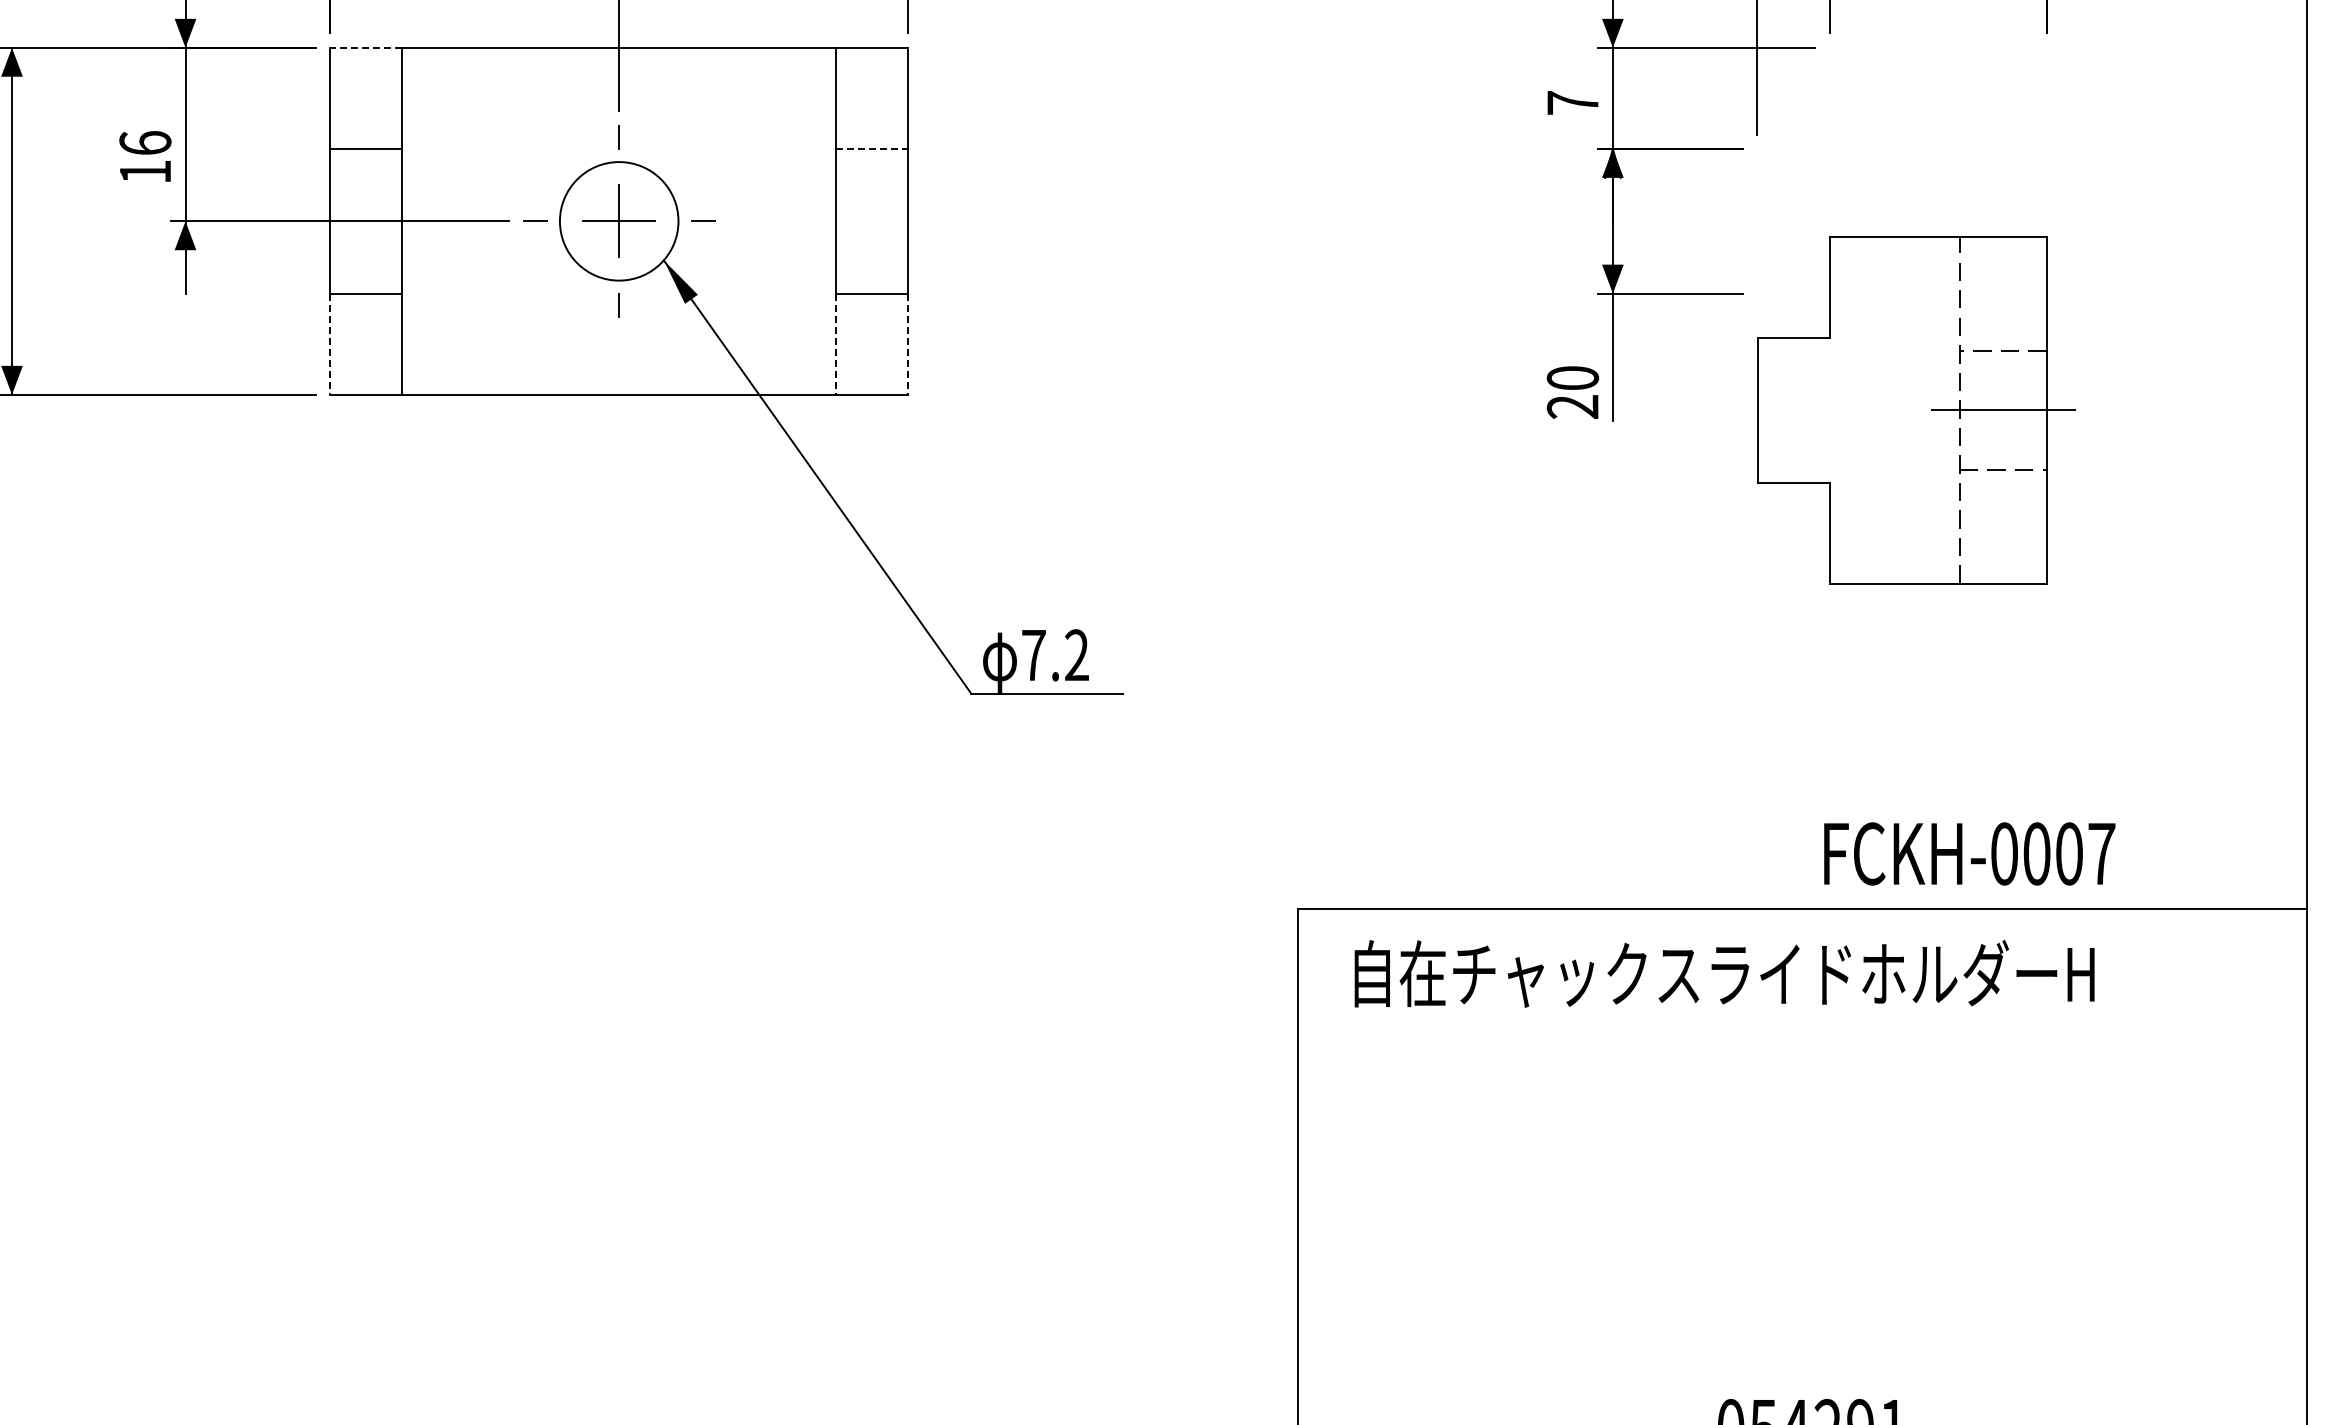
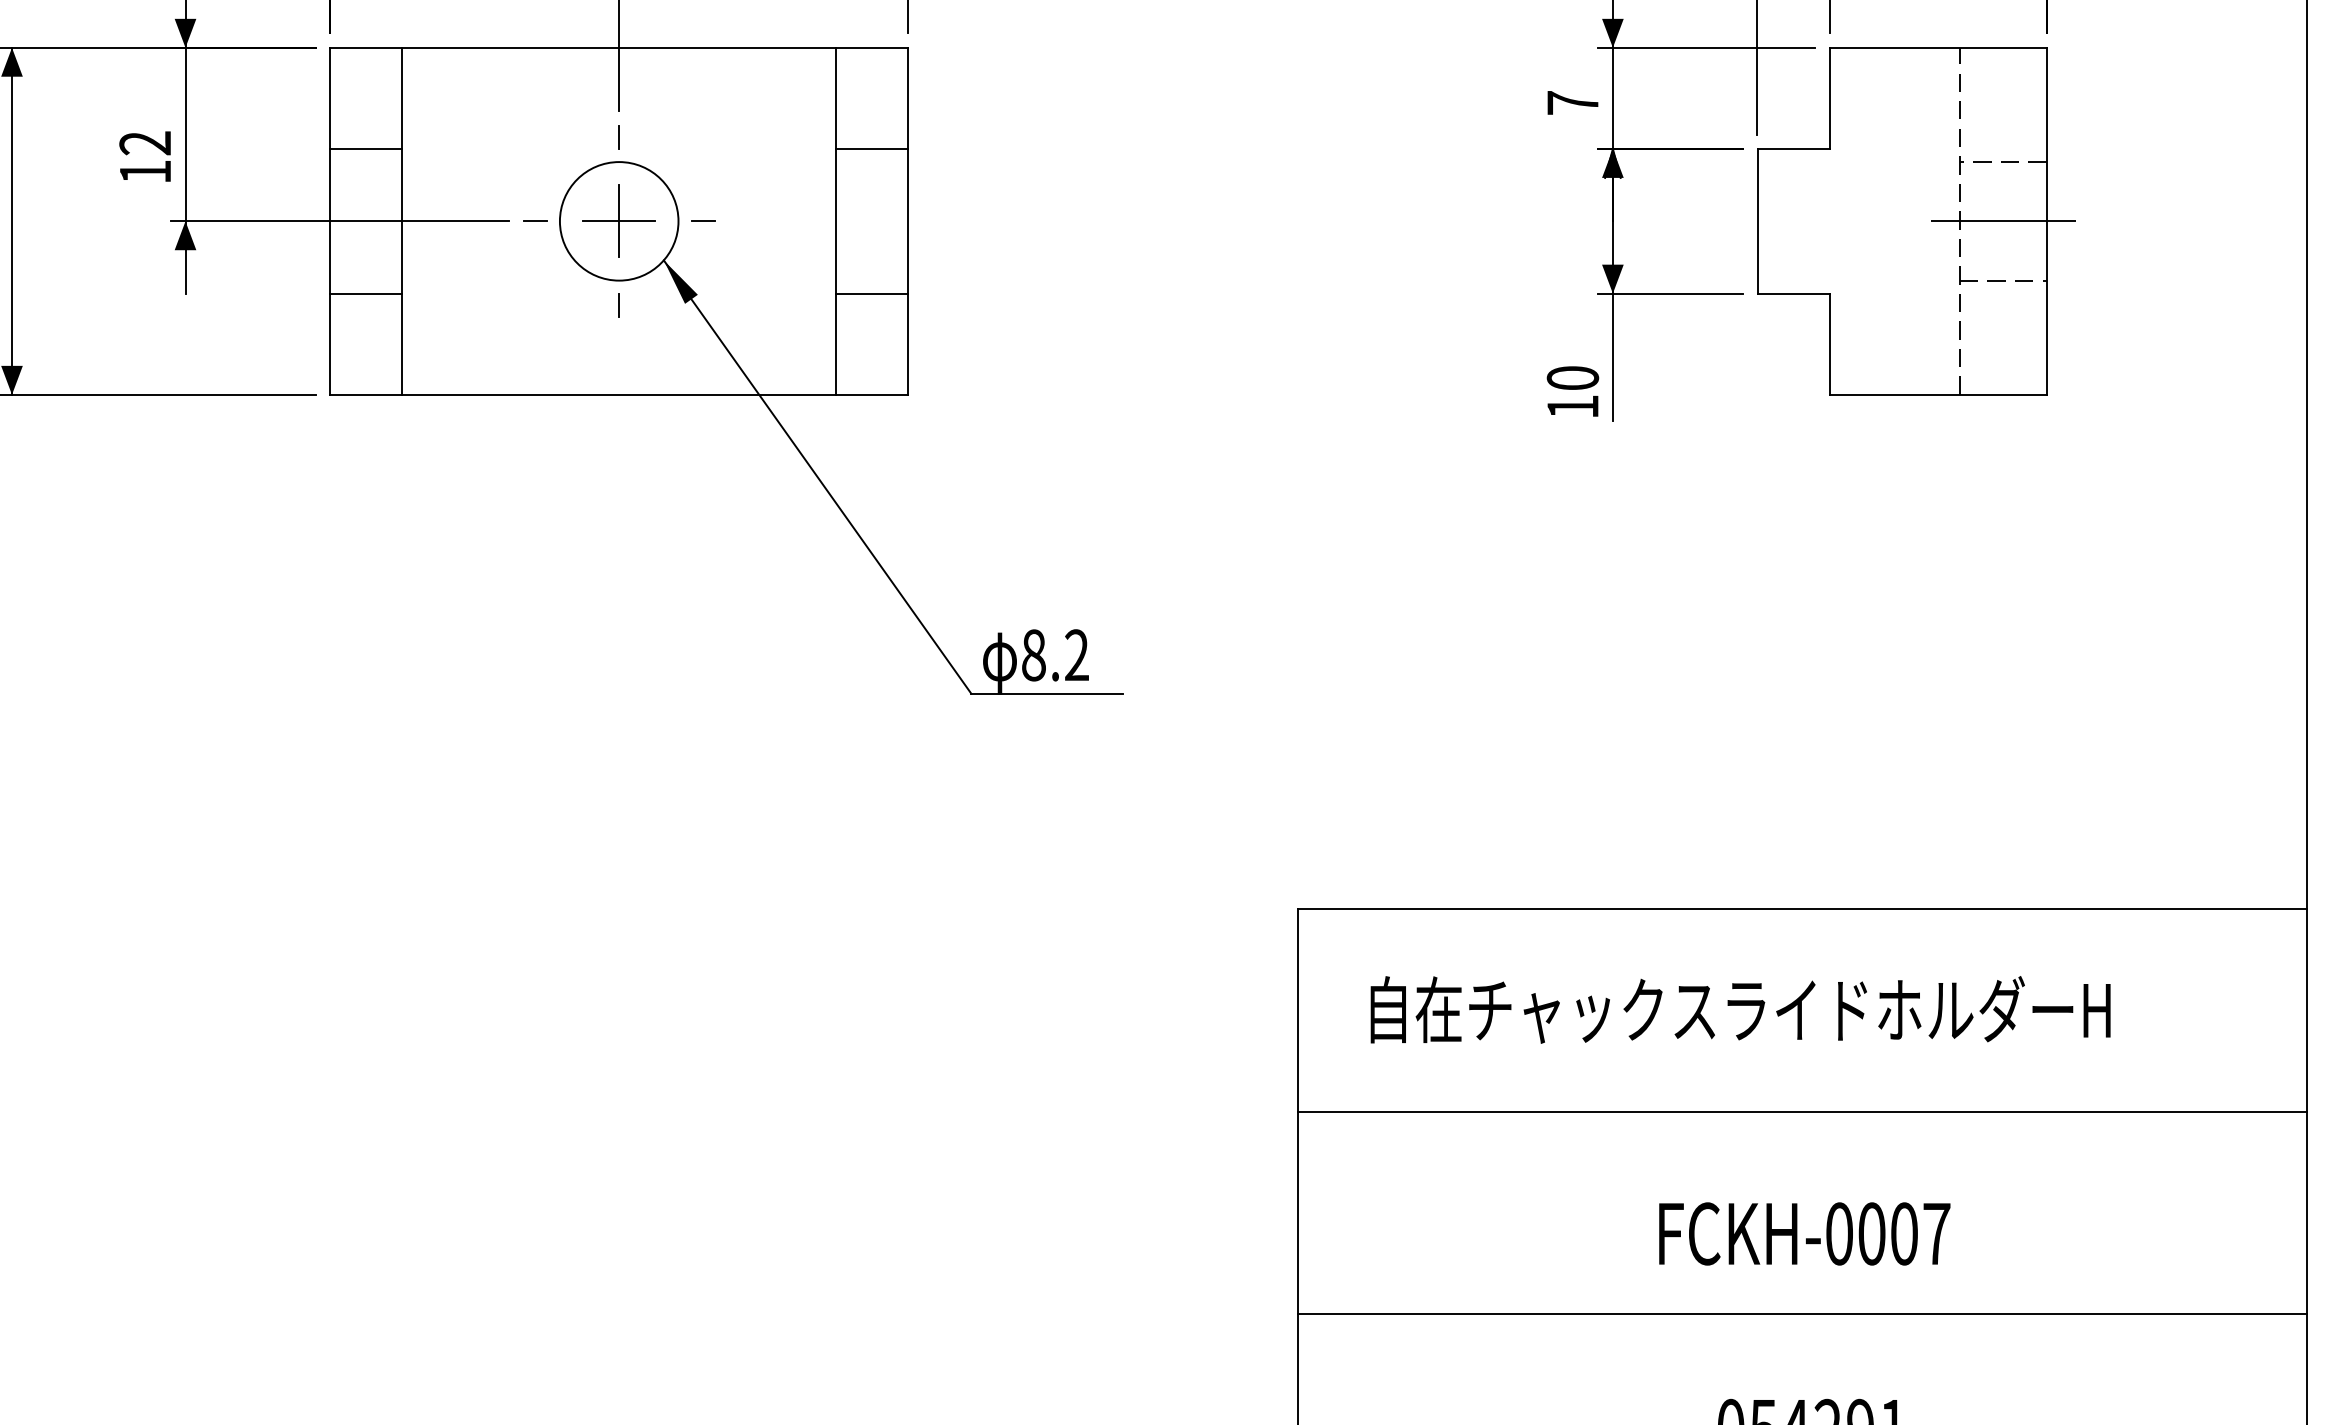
line at (365, 47): dashed -> solid
text at (145, 143): 16 -> 12
line at (872, 149): dashed -> solid
line at (330, 344): dashed -> solid
line at (836, 344): dashed -> solid
line at (908, 344): dashed -> solid
text at (1572, 406): 20 -> 10
part at (1916, 410) position: (1916, 410) -> (1916, 221)
text at (1033, 655): 7.2 -> 8.2
text at (1969, 853) position: (1969, 853) -> (1804, 1233)
text at (1724, 973) position: (1724, 973) -> (1740, 1009)
line at (1801, 1111): none -> present
line at (1801, 1314): none -> present
